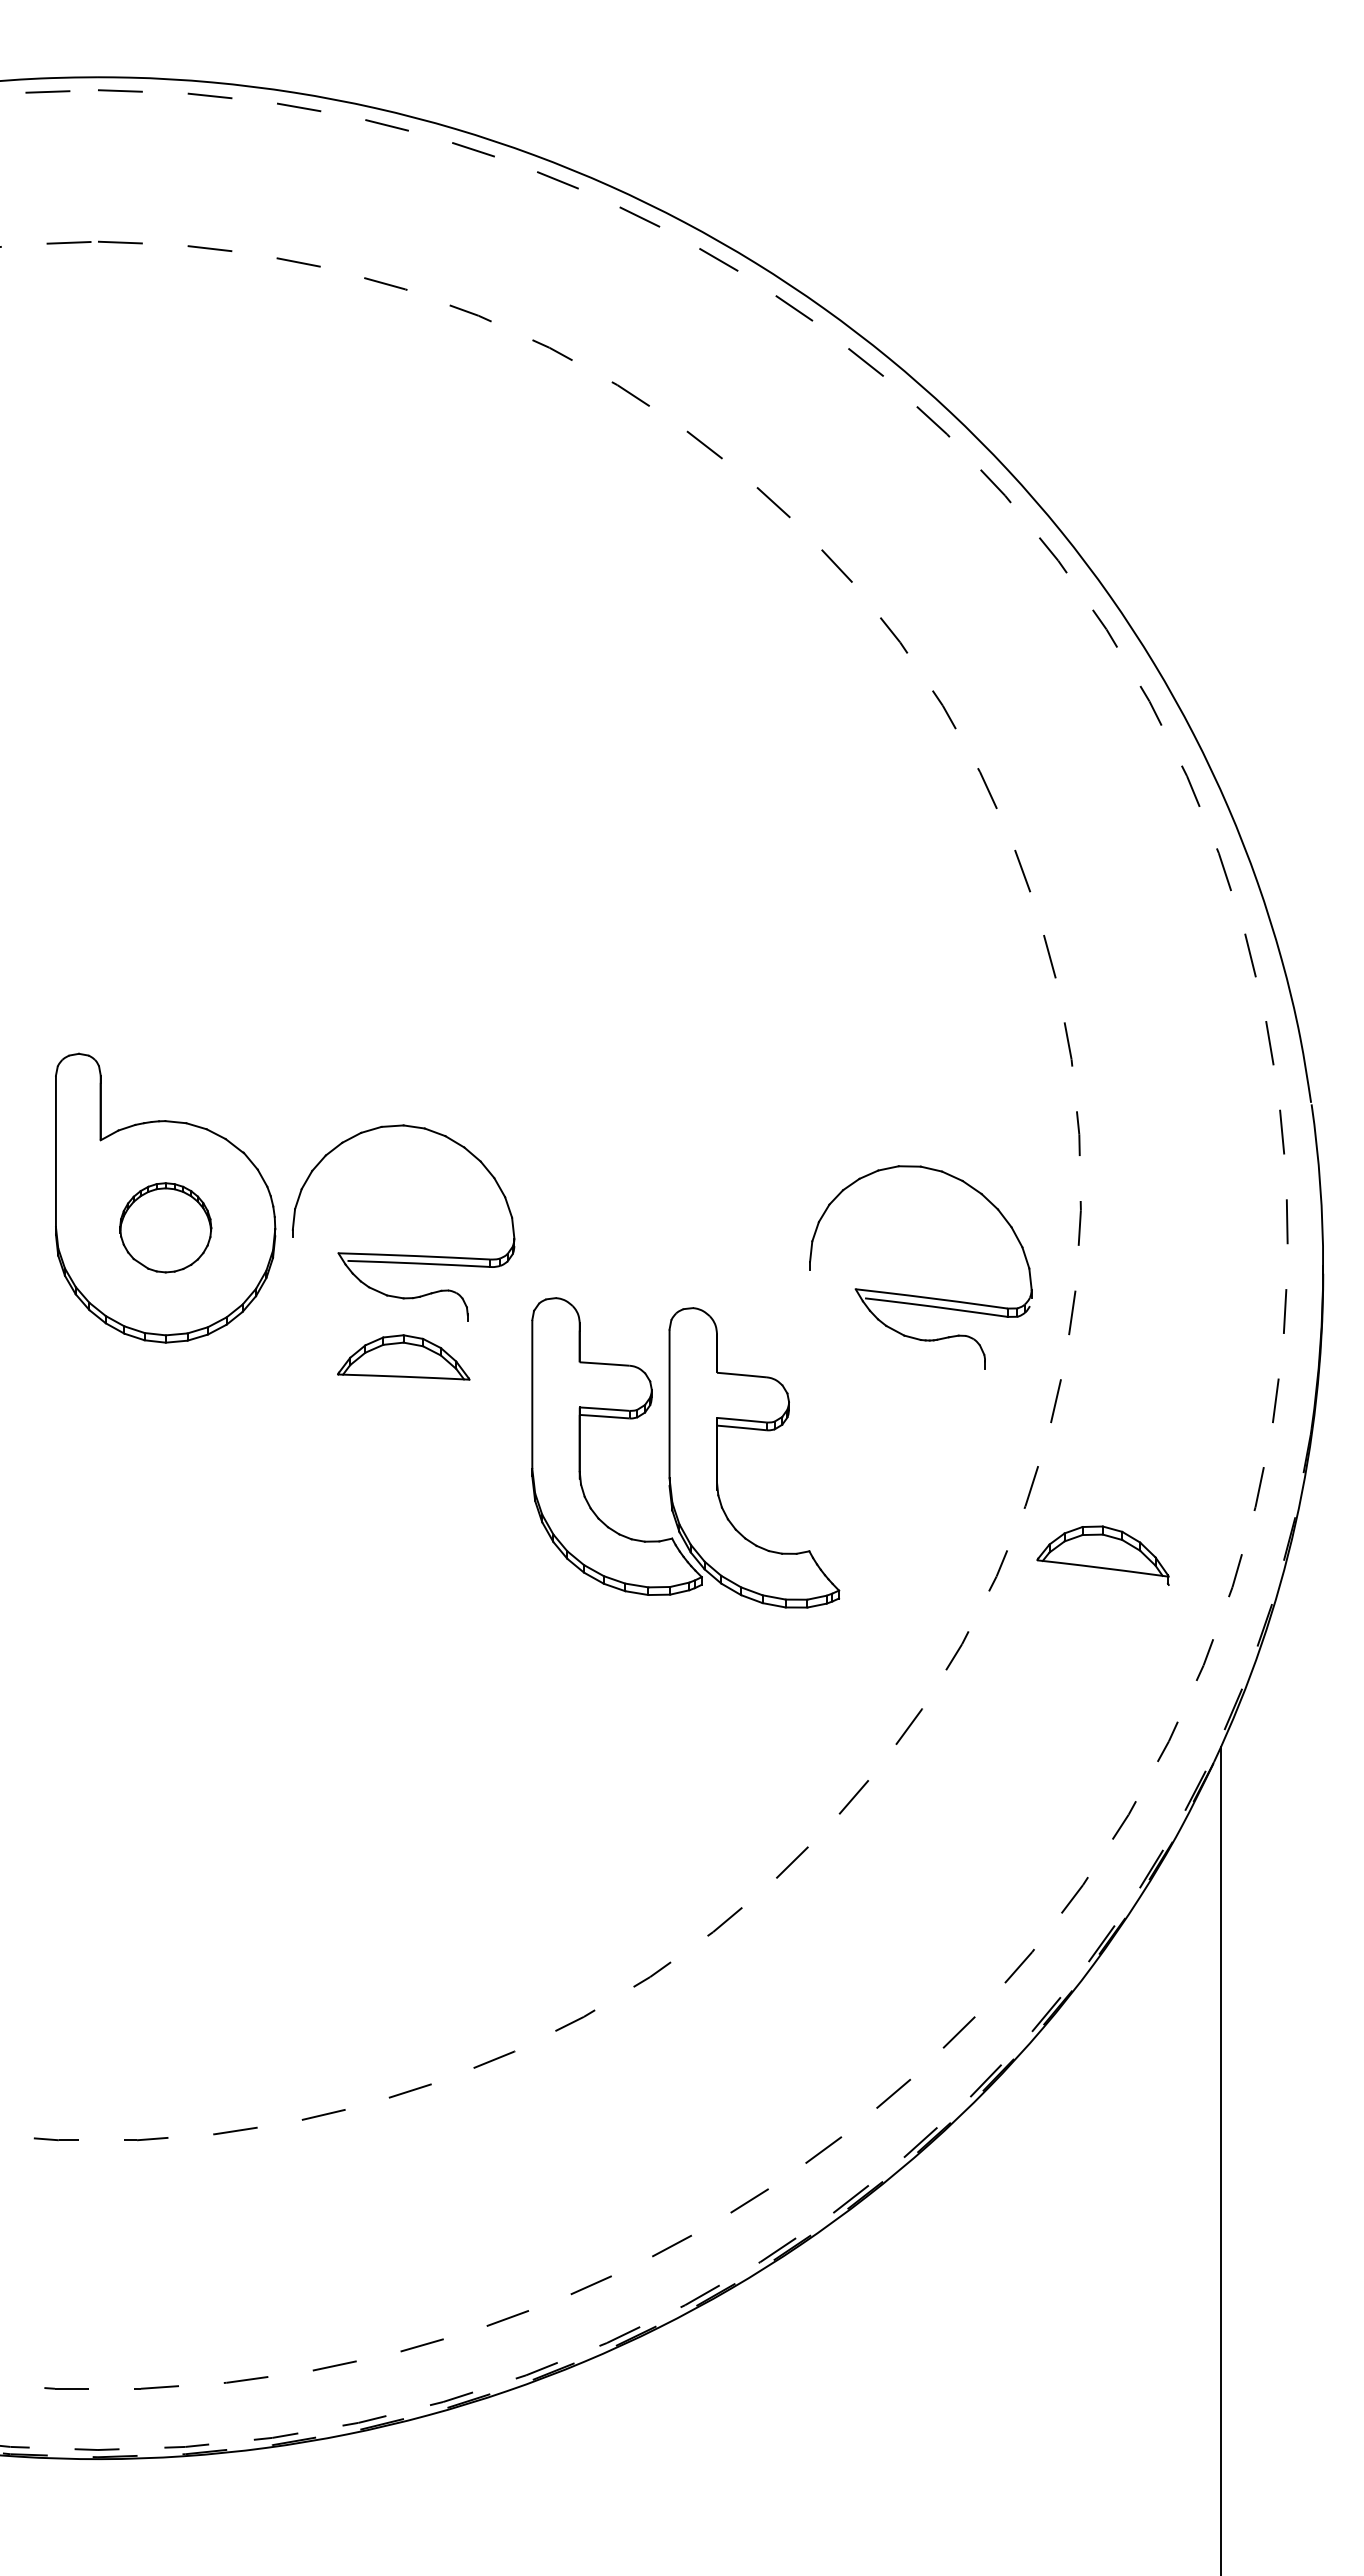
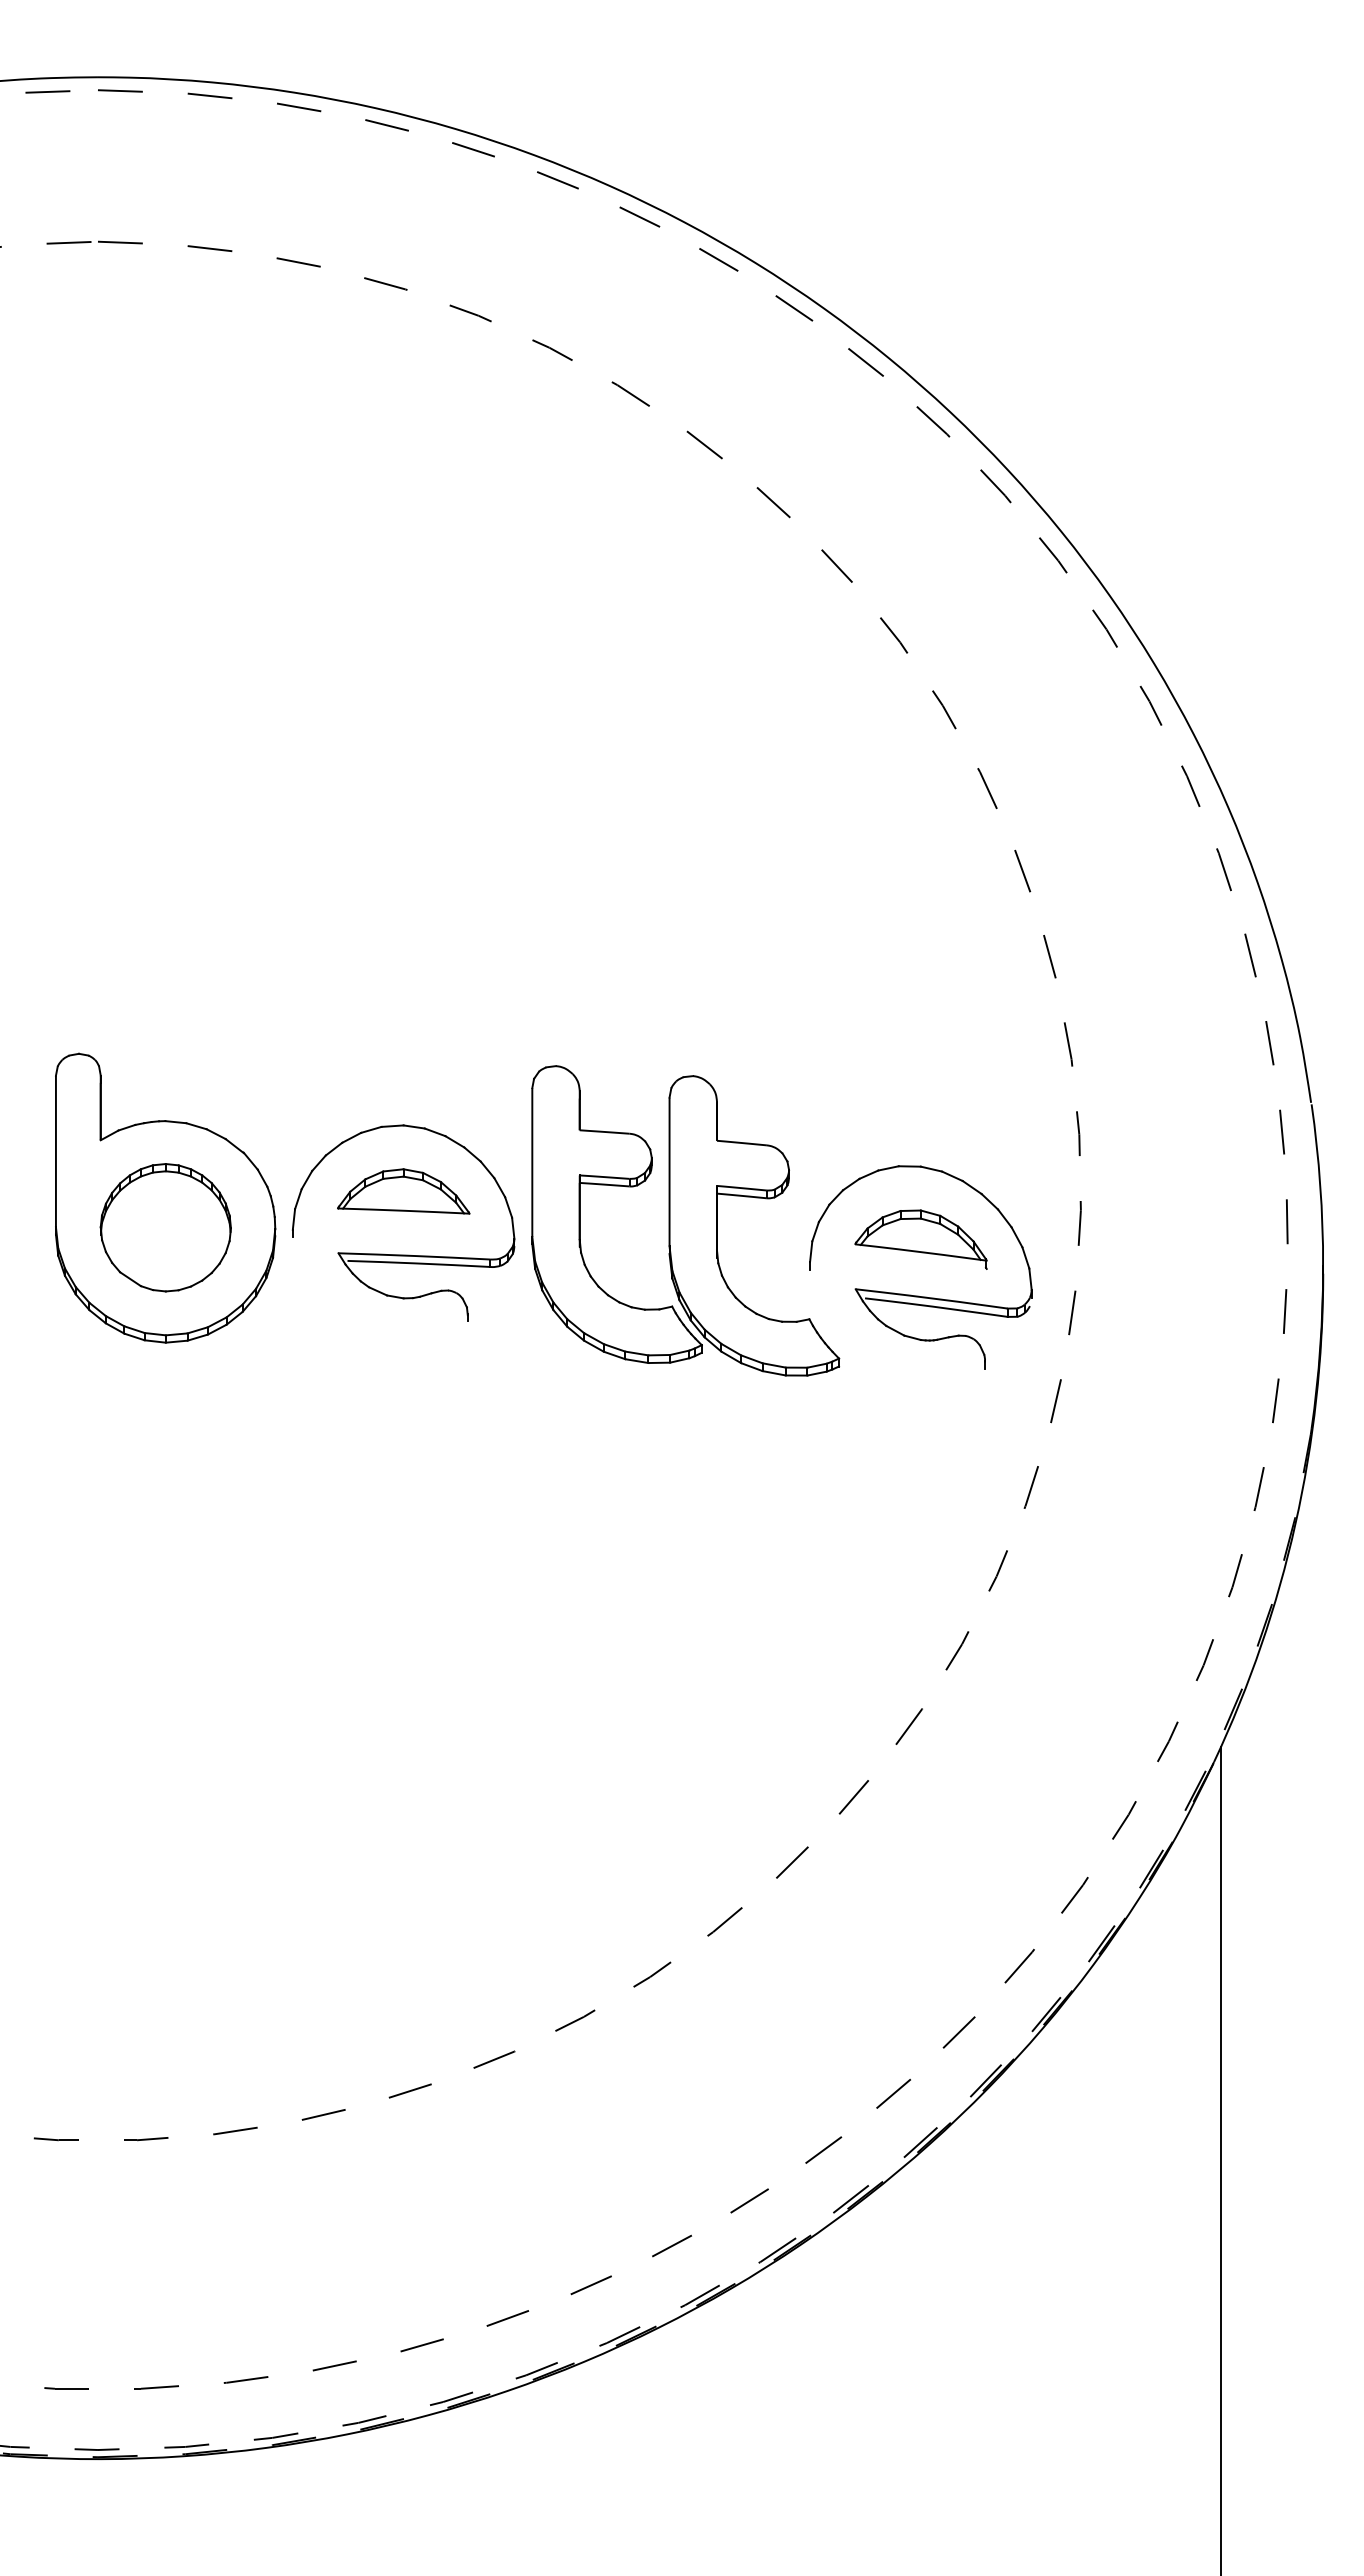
part at (165, 1227) size: 94x92 px -> 133x130 px
part at (403, 1357) position: (403, 1357) -> (403, 1191)
part at (685, 1452) position: (685, 1452) -> (685, 1220)
part at (1102, 1555) position: (1102, 1555) -> (920, 1239)
